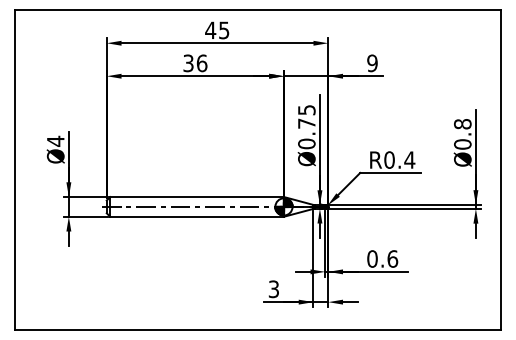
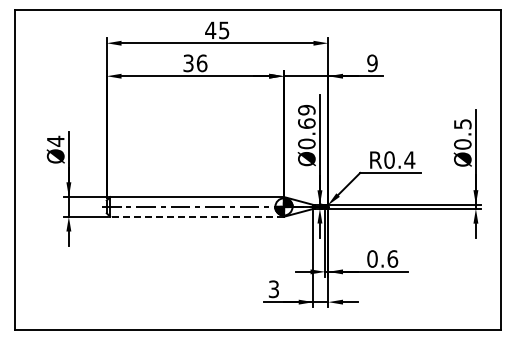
text at (306, 116): Ø0.75 -> Ø0.69
text at (462, 124): Ø0.8 -> Ø0.5
line at (197, 216): solid -> dashed
